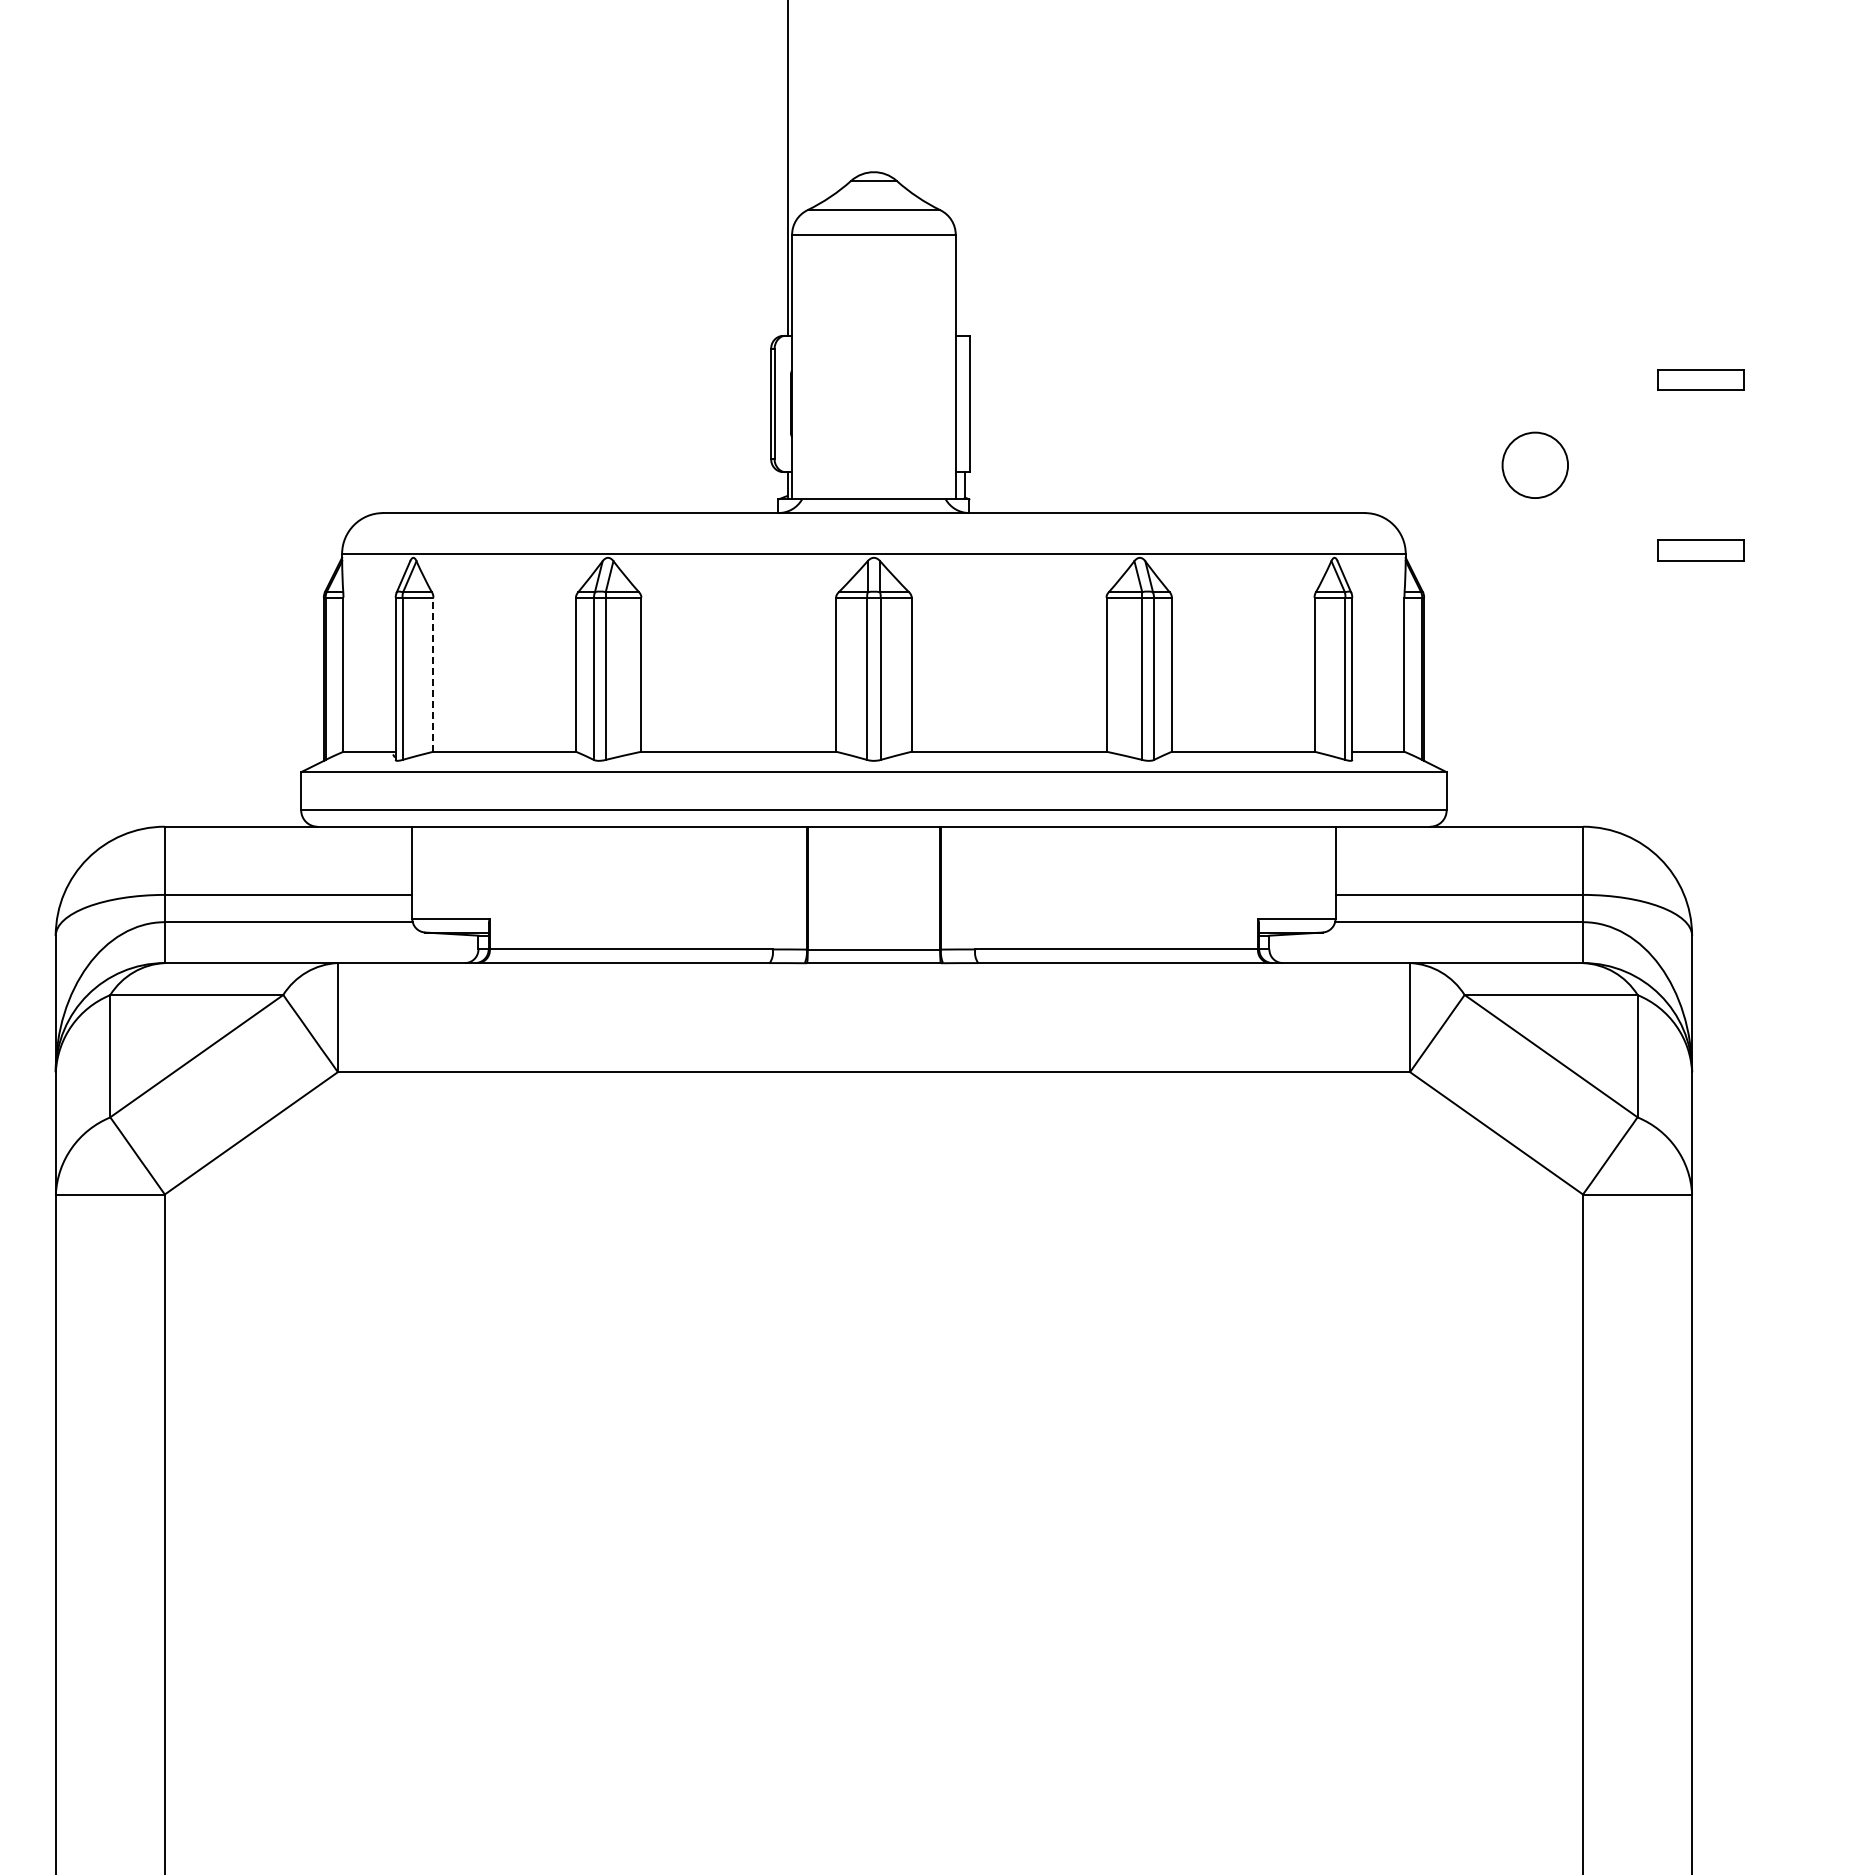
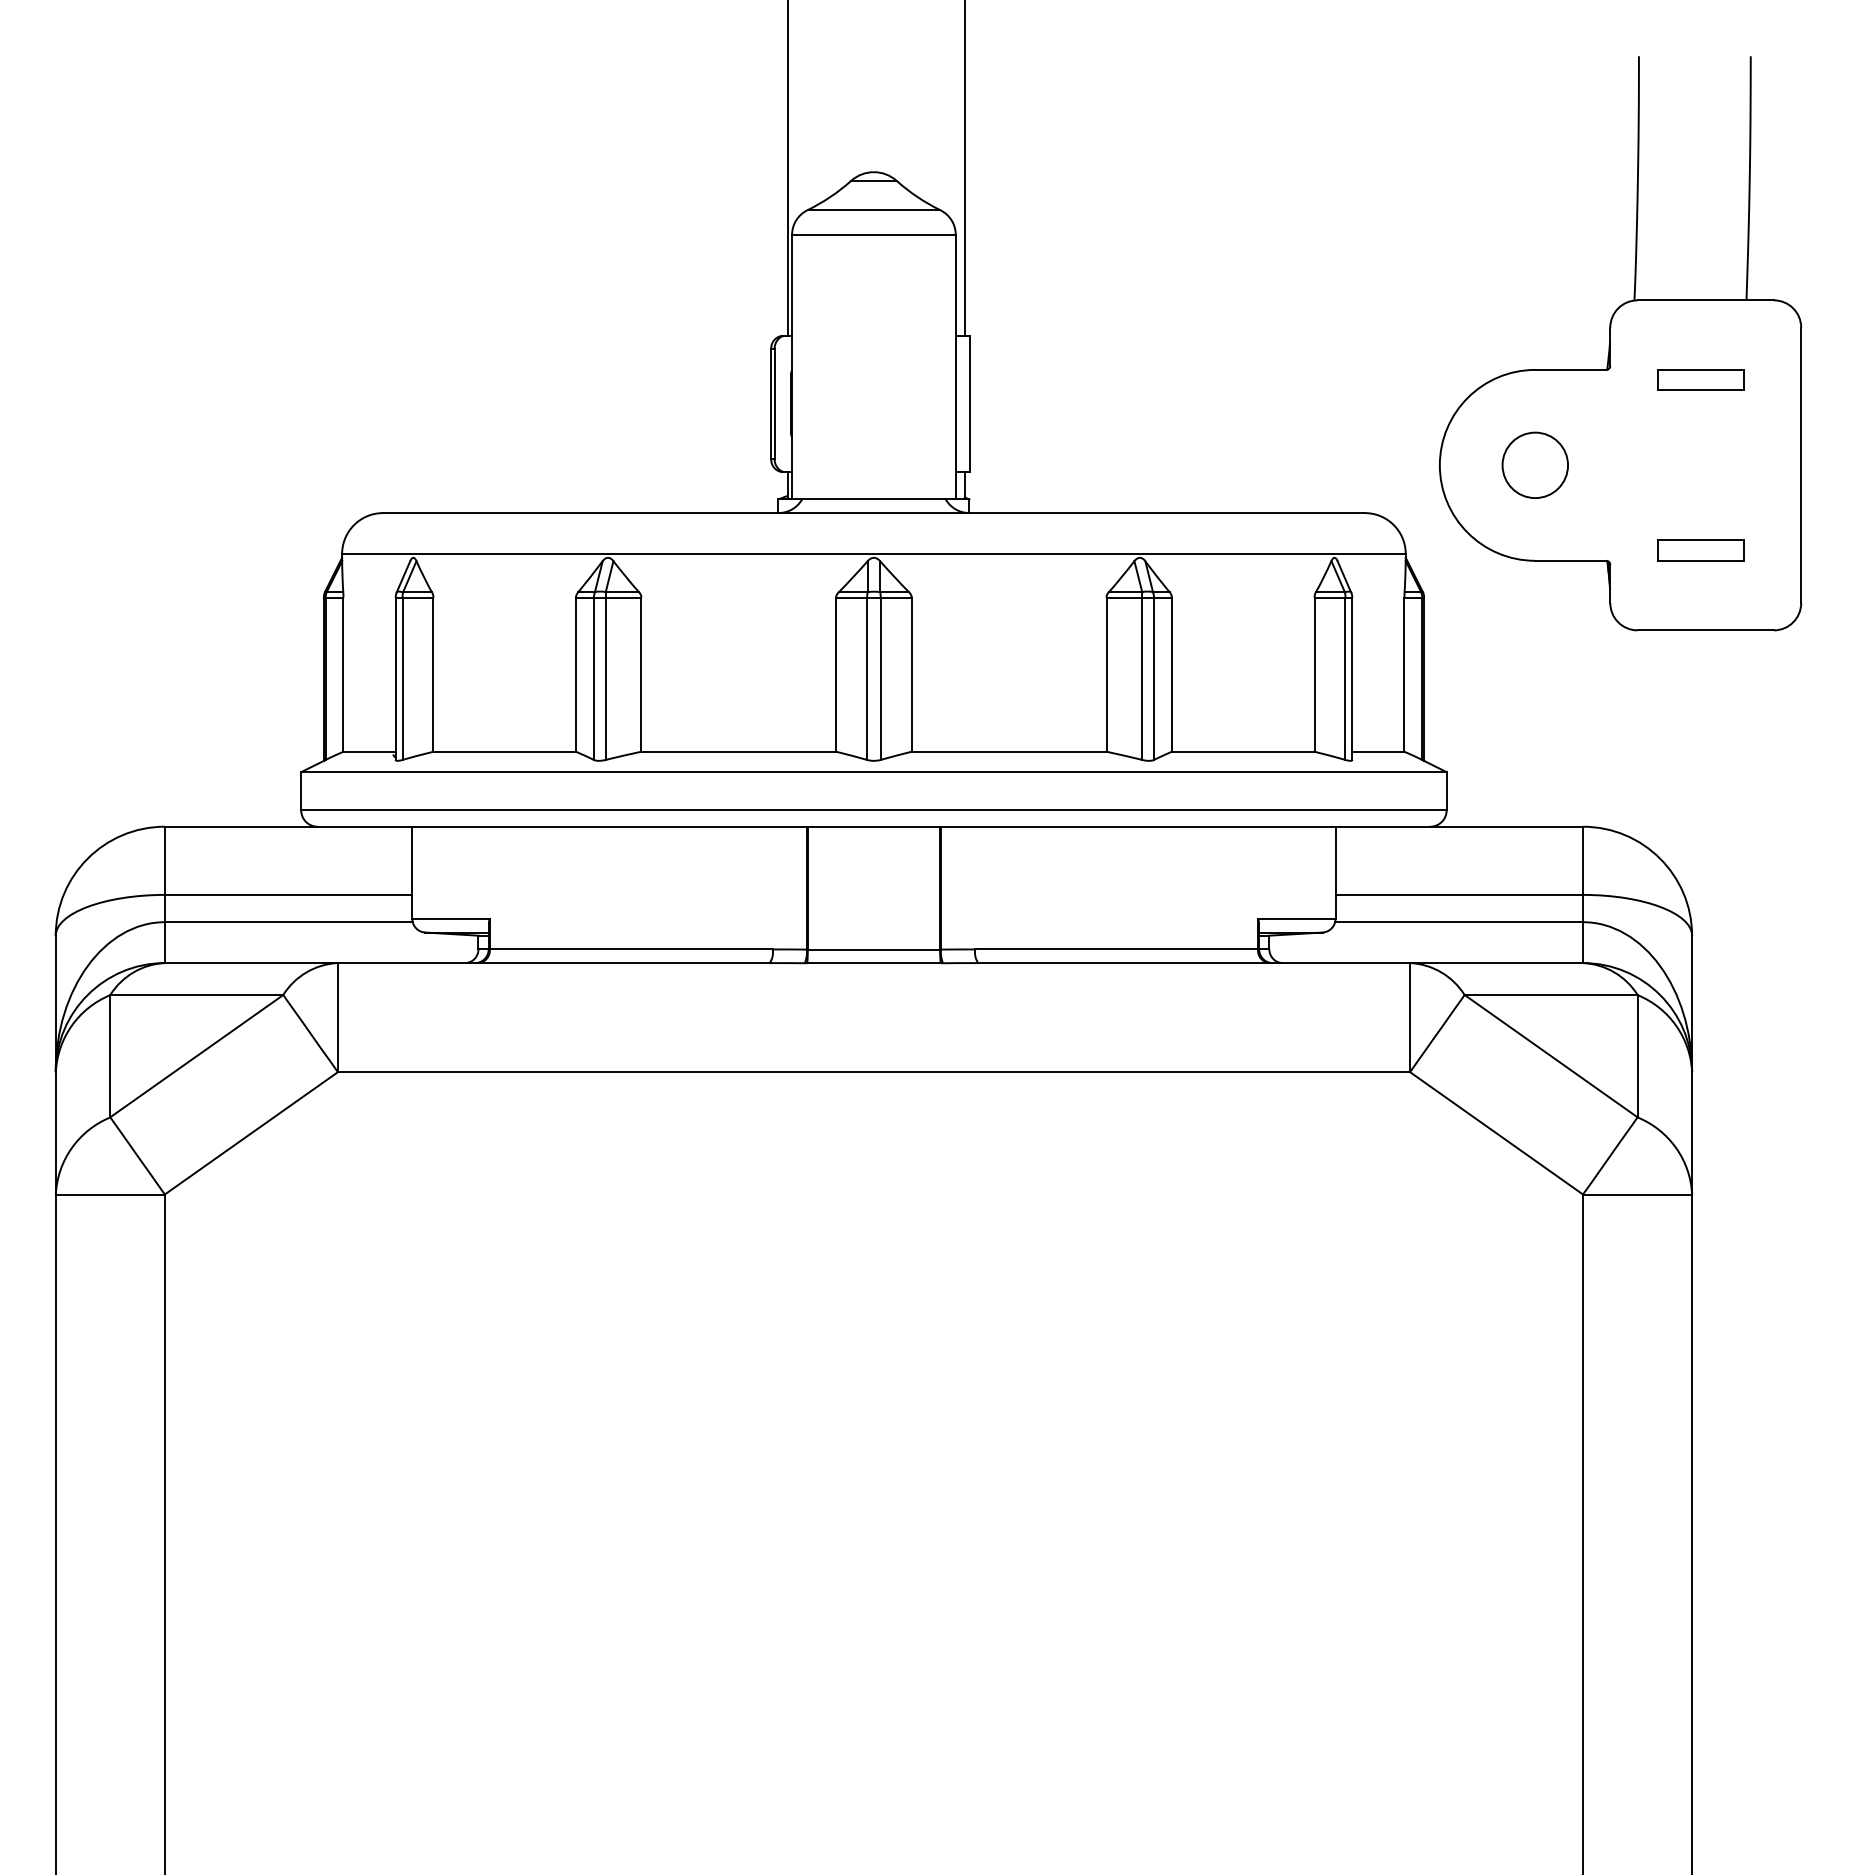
line at (964, 168): none -> present
part at (1620, 343): none -> present
line at (433, 674): dashed -> solid
